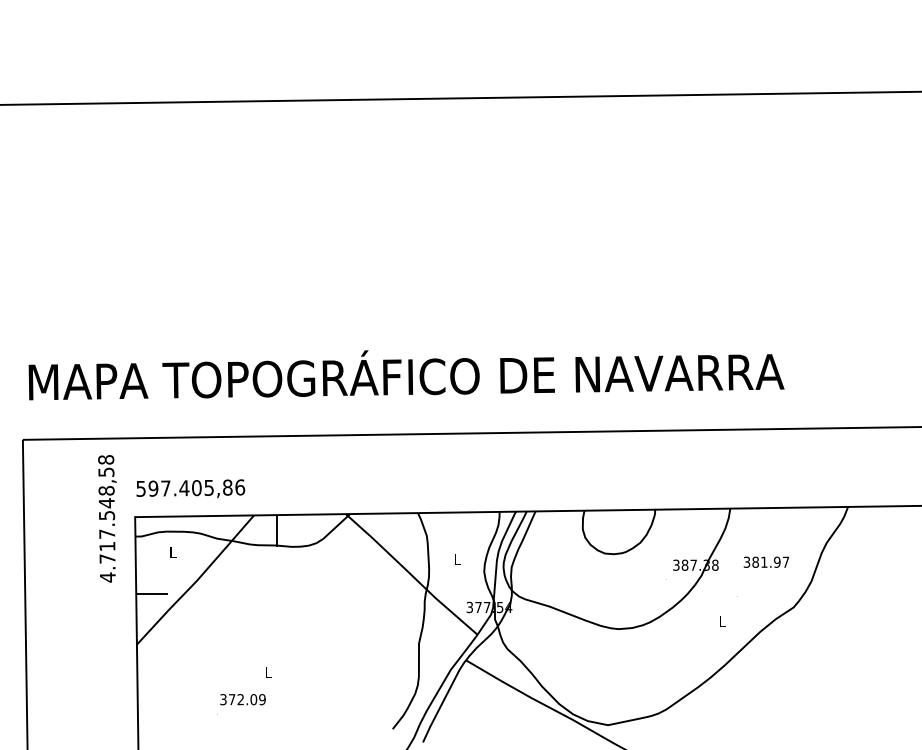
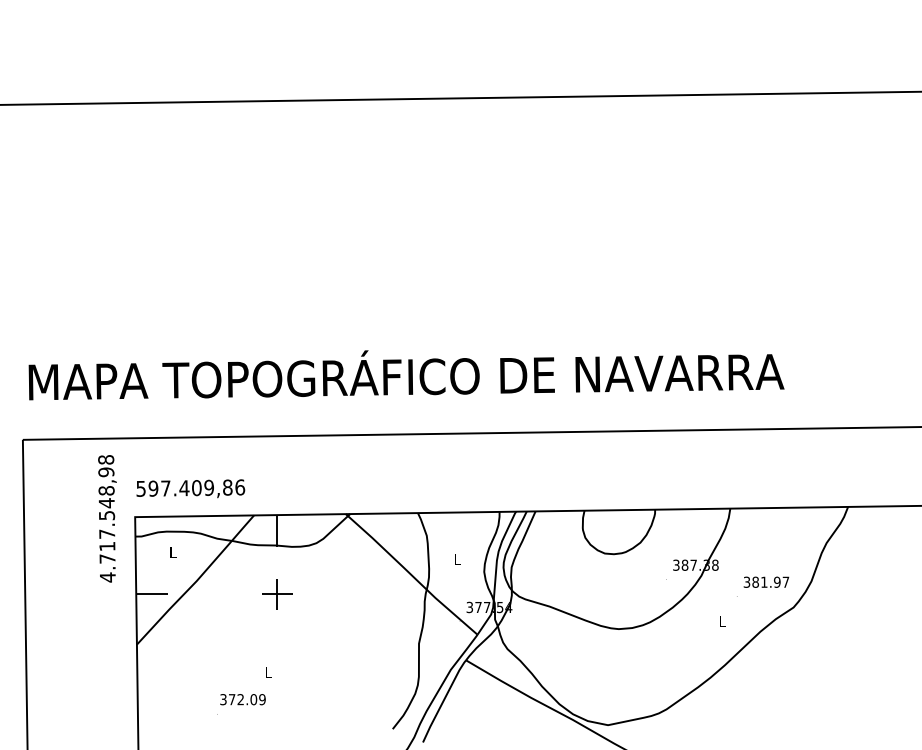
text at (106, 472): 4.717.548,58 -> 4.717.548,98
text at (208, 487): 597.405,86 -> 597.409,86
text at (766, 561) position: (766, 561) -> (766, 581)
part at (277, 594): none -> present
